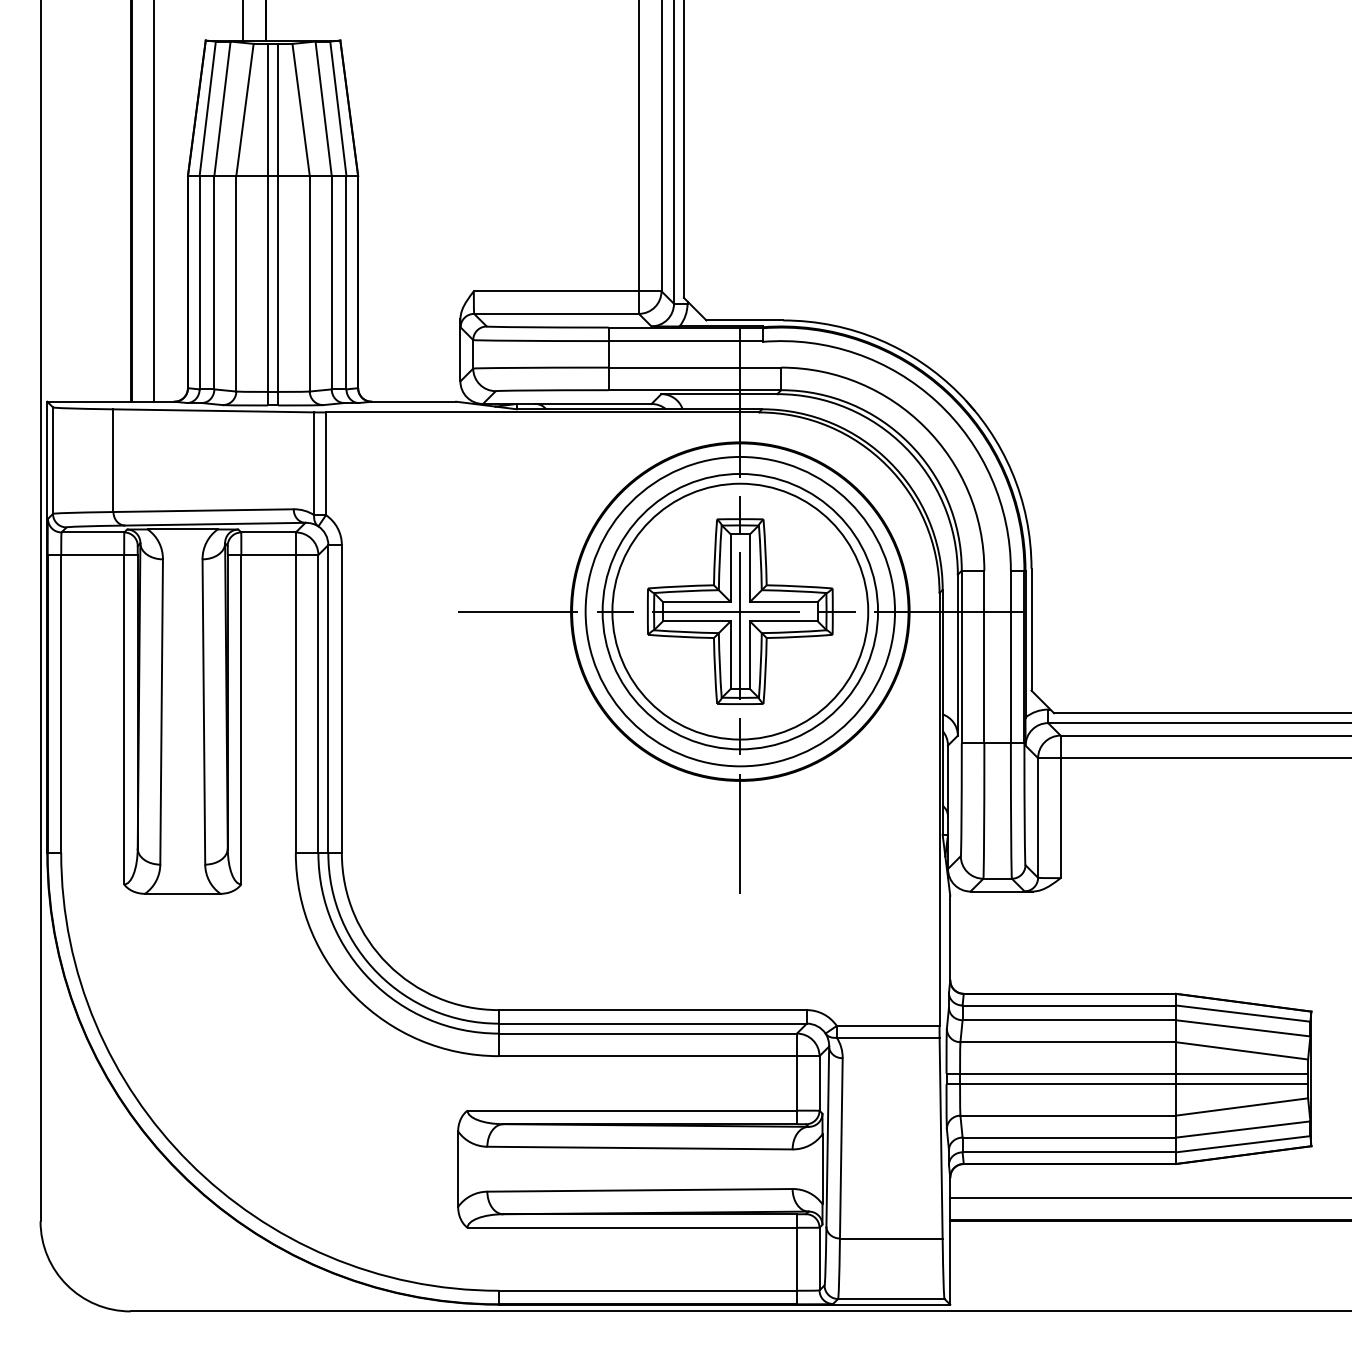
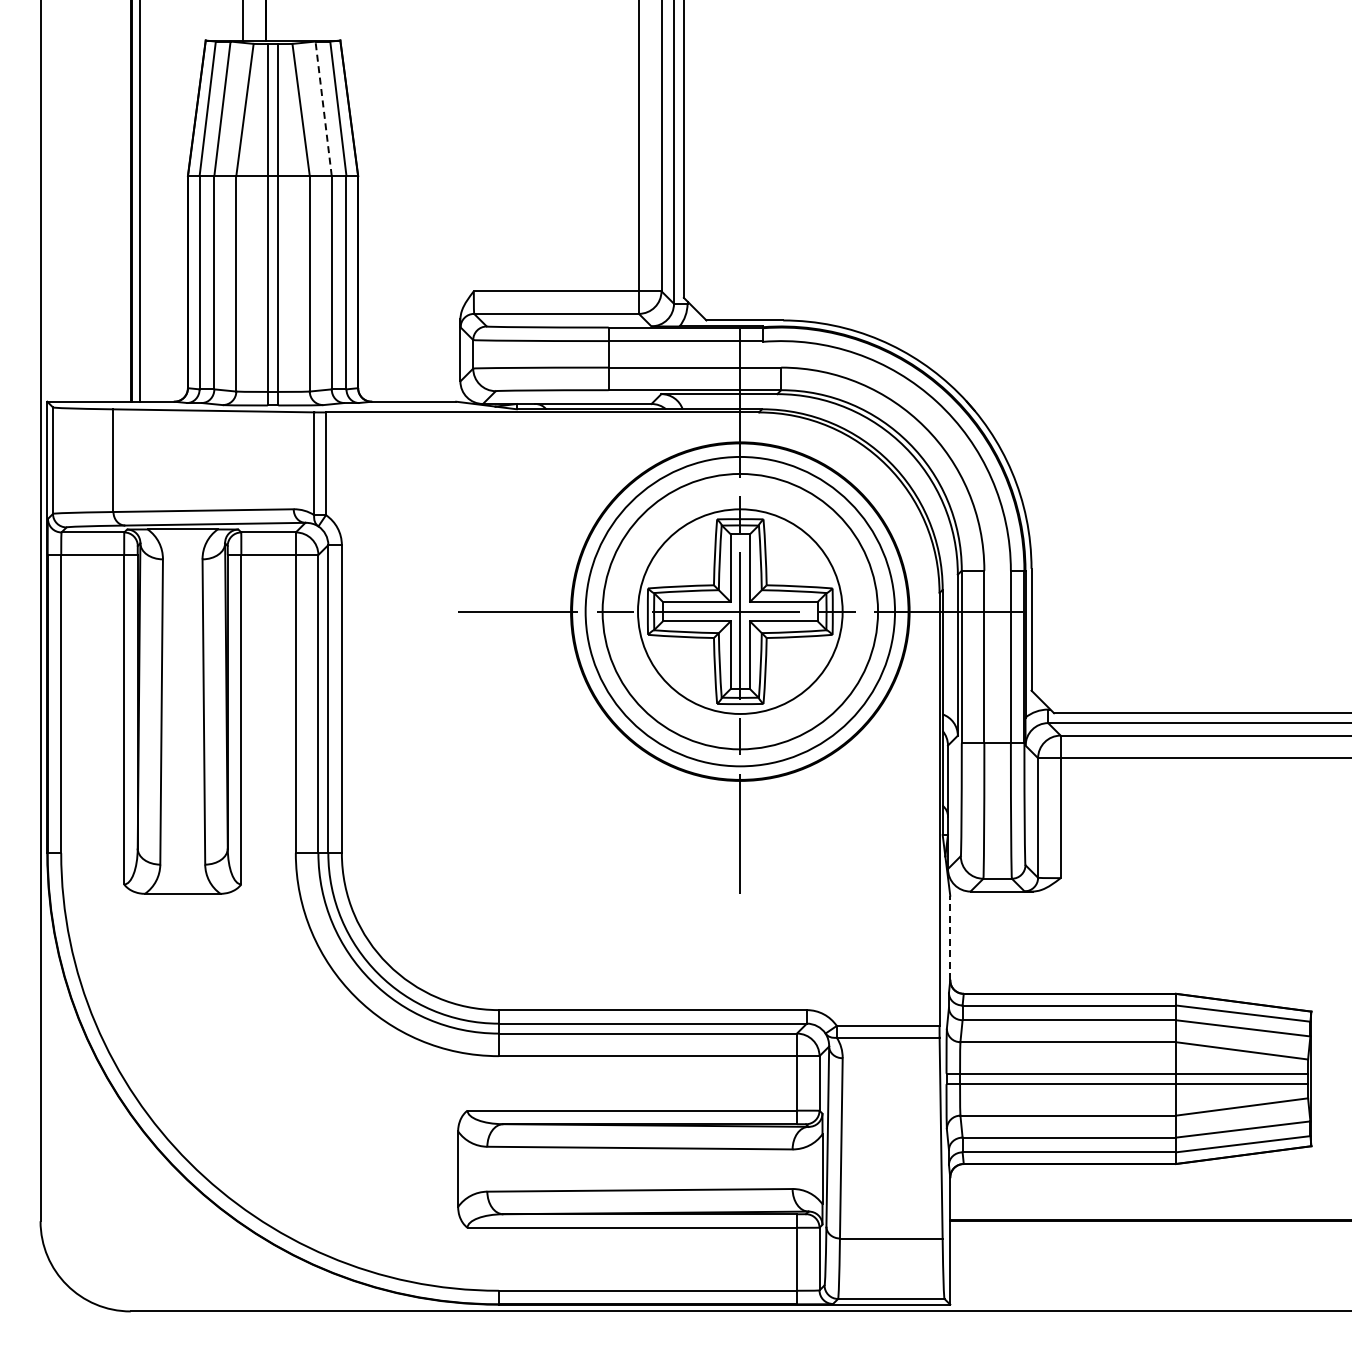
line at (323, 108): solid -> dashed
line at (154, 201) position: (154, 201) -> (140, 201)
circle at (740, 611) diameter: 256 px -> 205 px
line at (950, 937): solid -> dashed
line at (1149, 1197): present -> none
